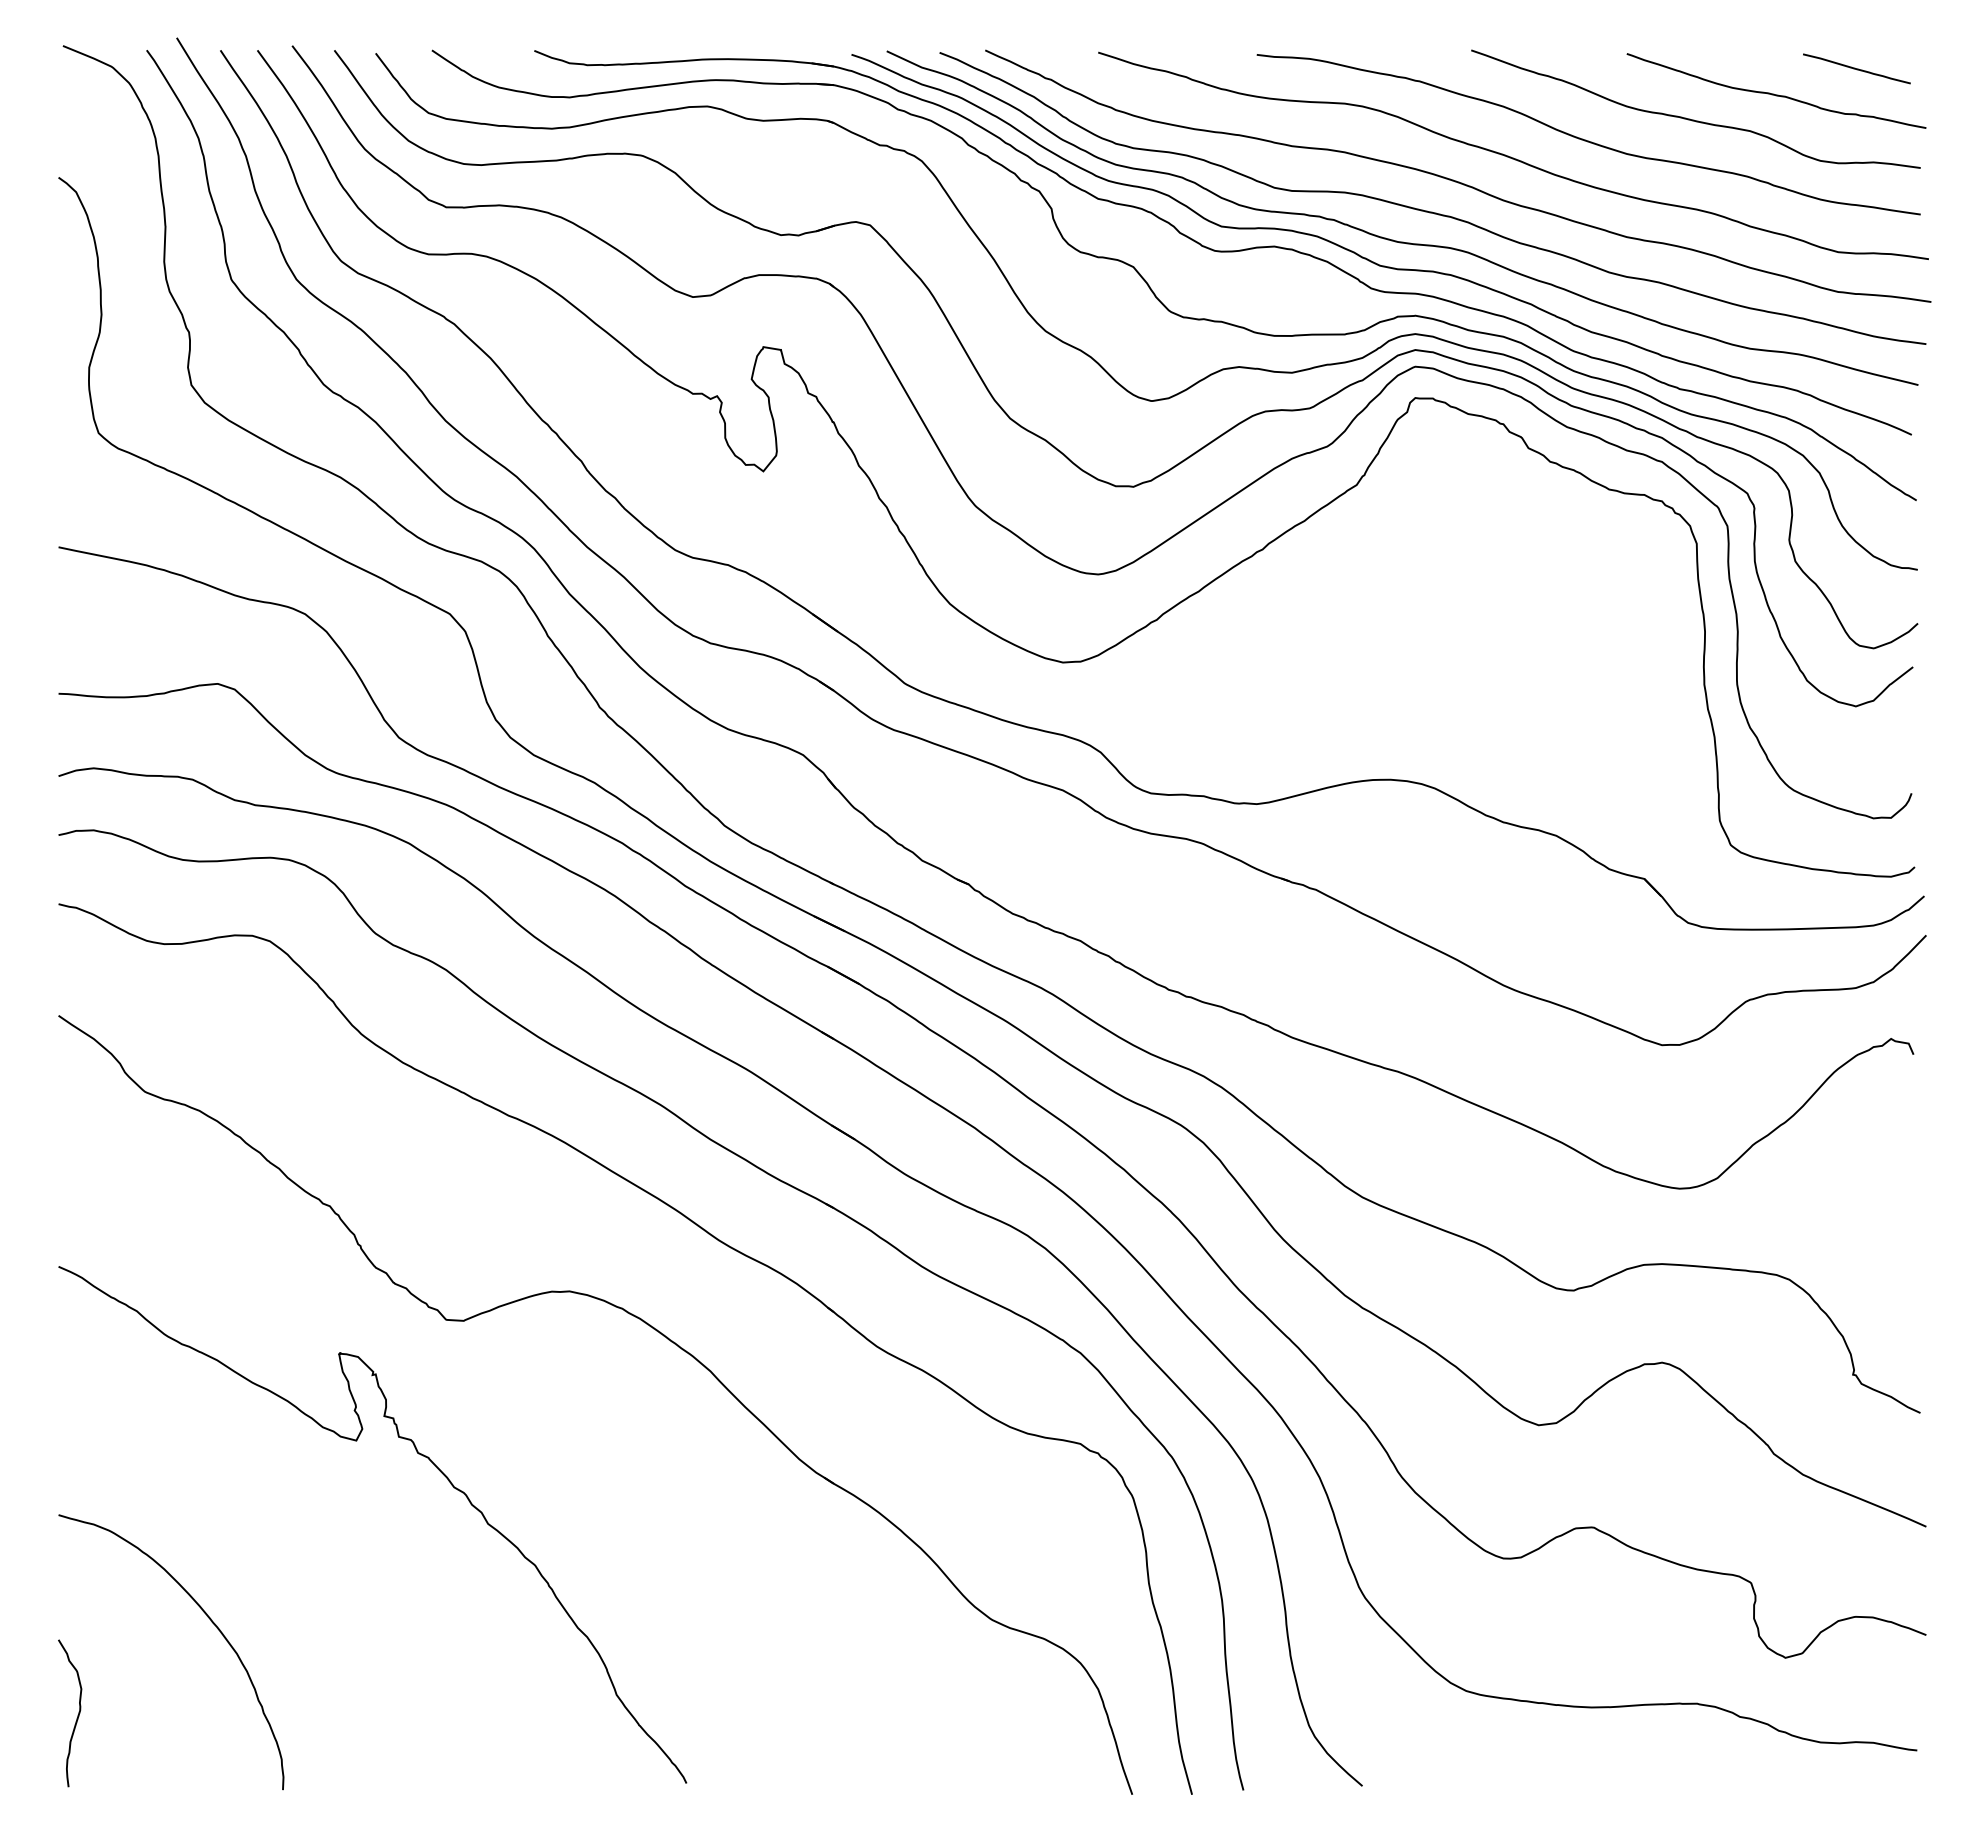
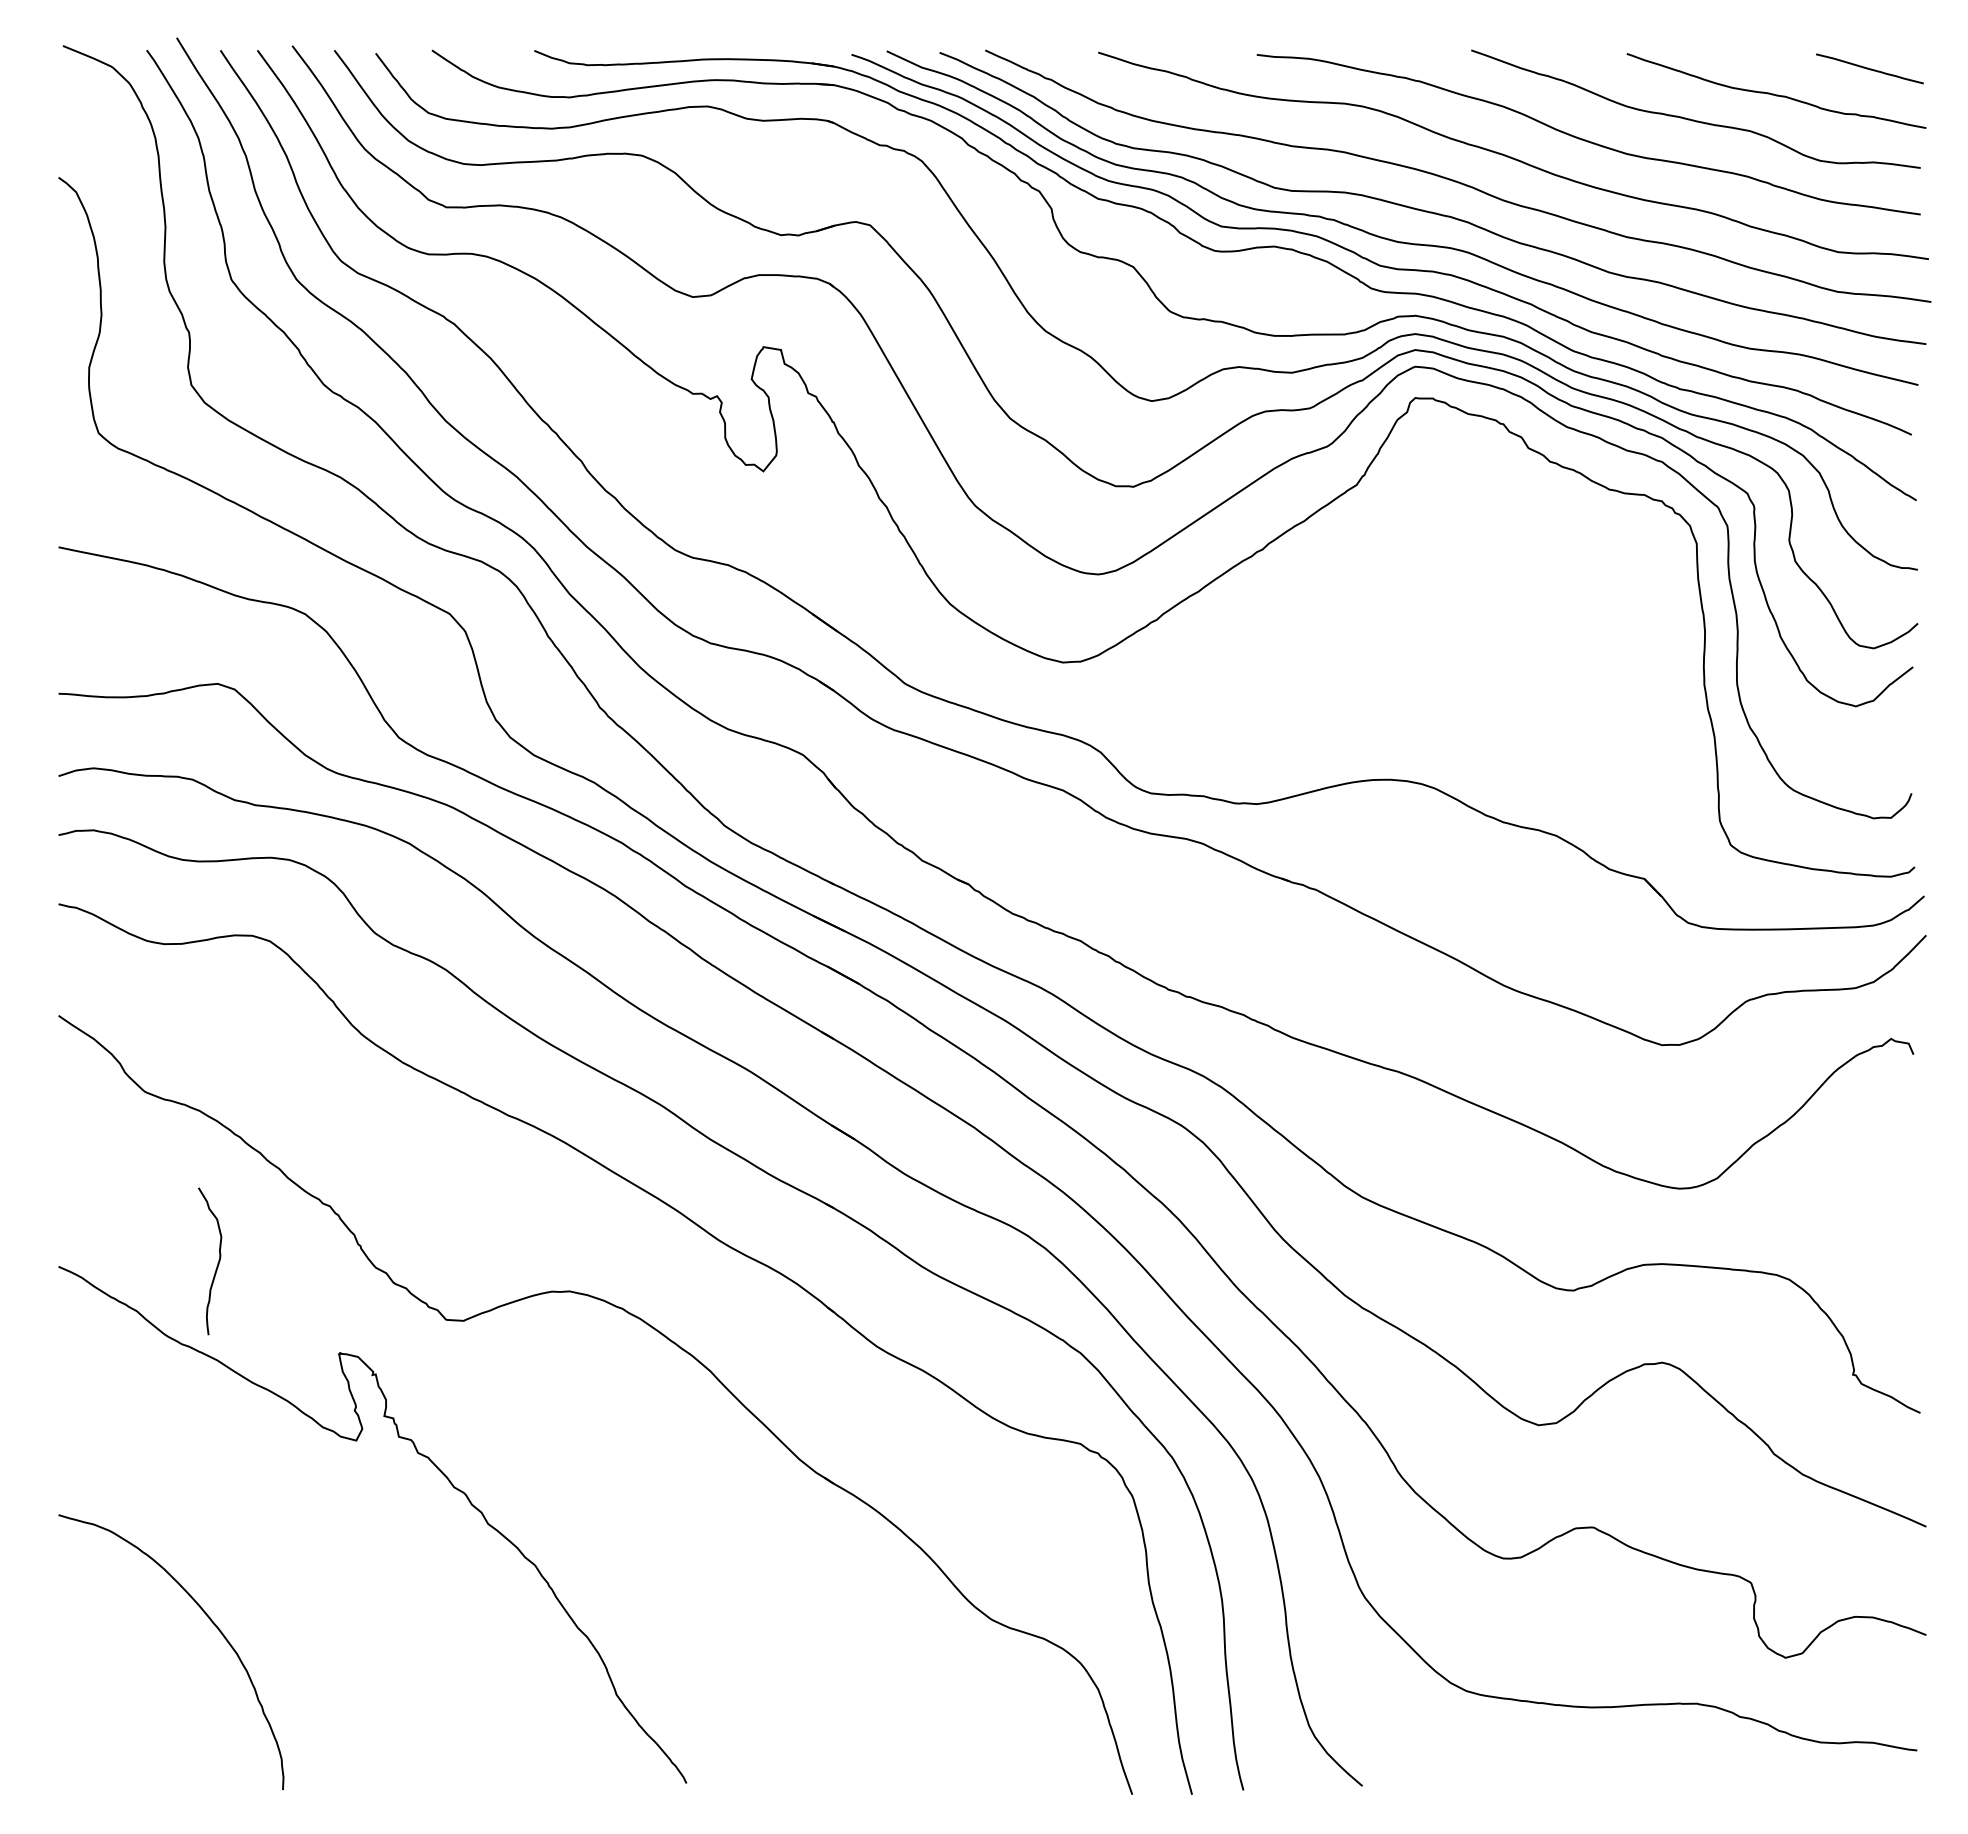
line at (1856, 68) position: (1856, 68) -> (1869, 68)
curve at (77, 1715) position: (77, 1715) -> (217, 1263)
